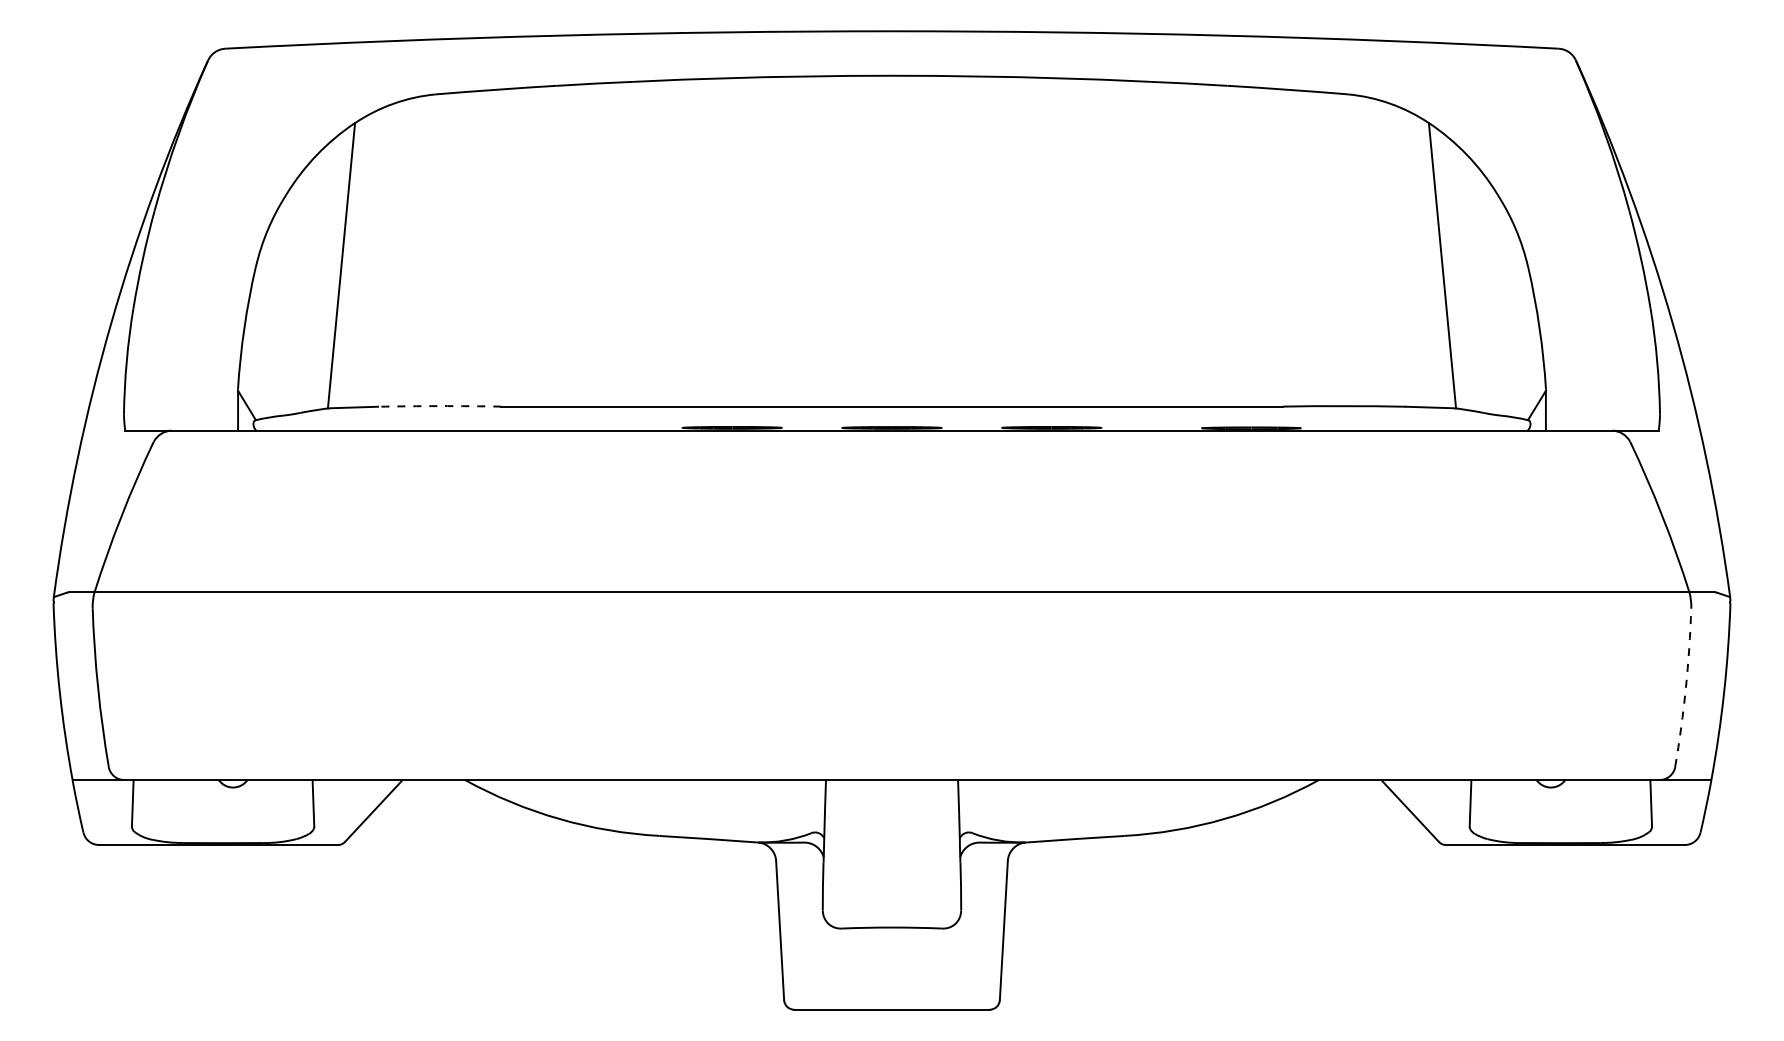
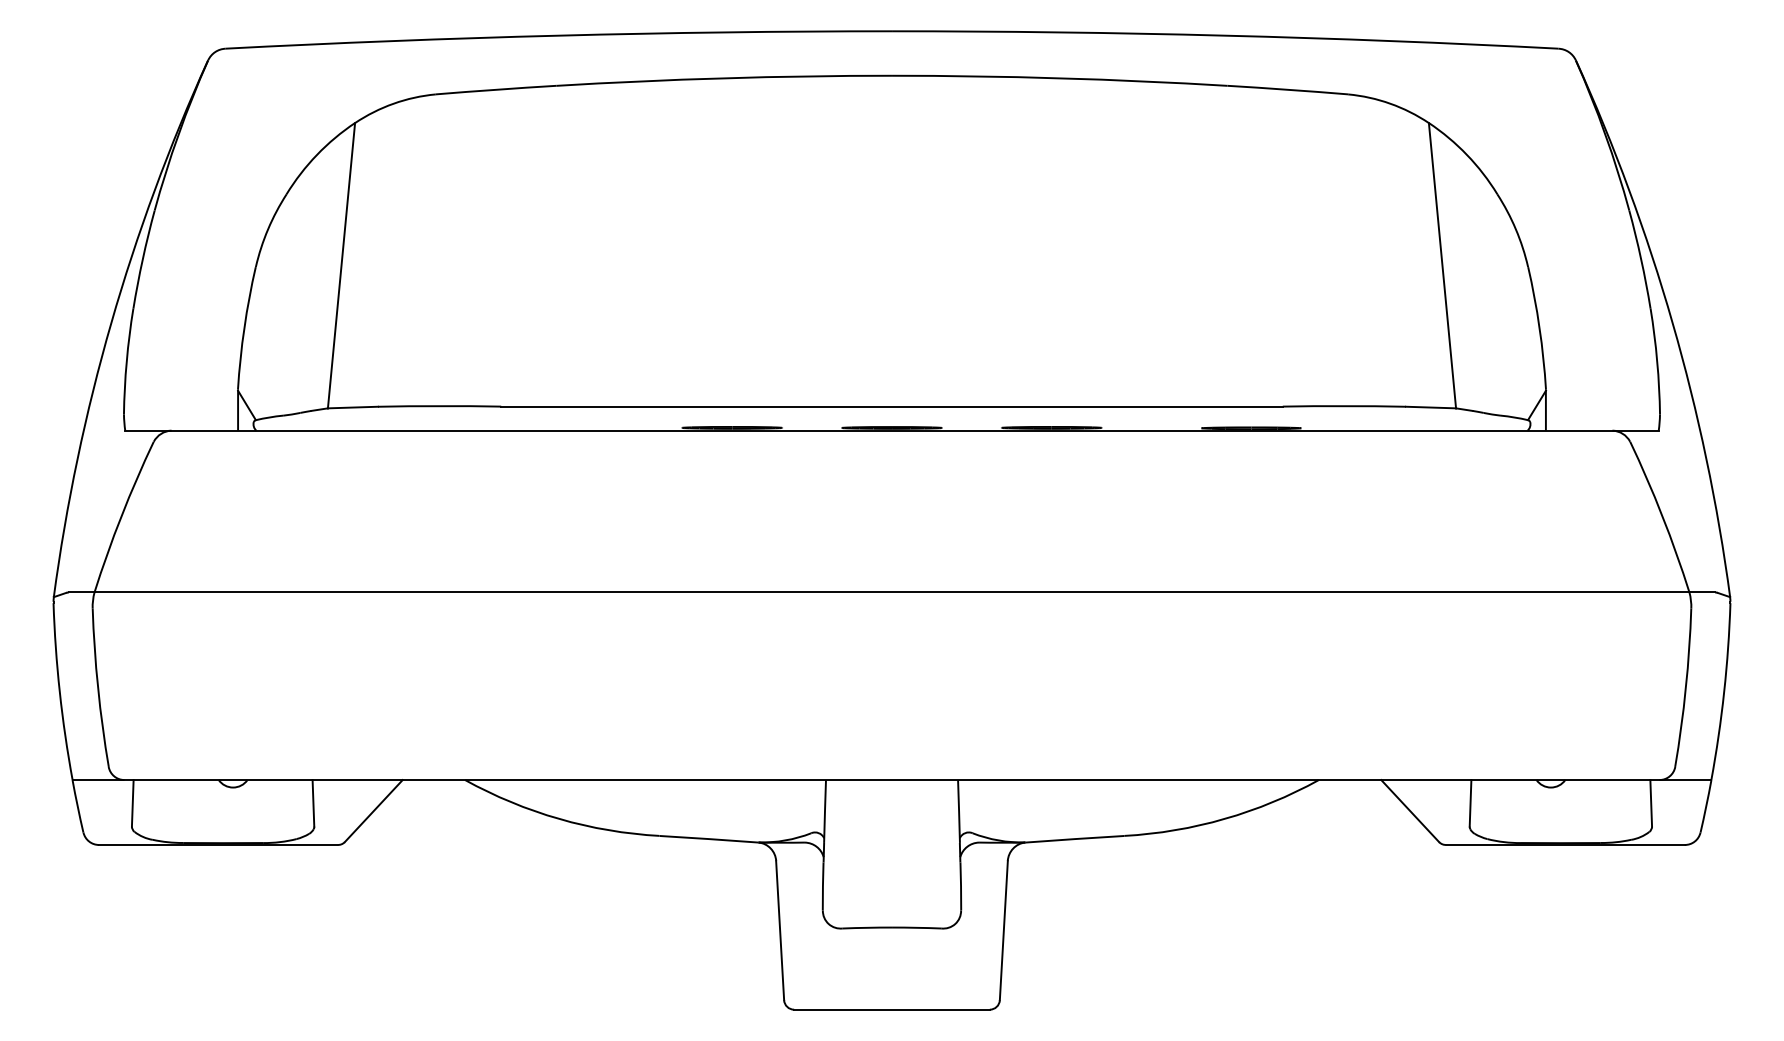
arc at (439, 406): dashed -> solid
arc at (1685, 688): dashed -> solid
